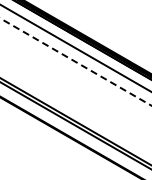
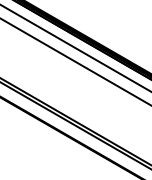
line at (75, 61): dashed -> solid
